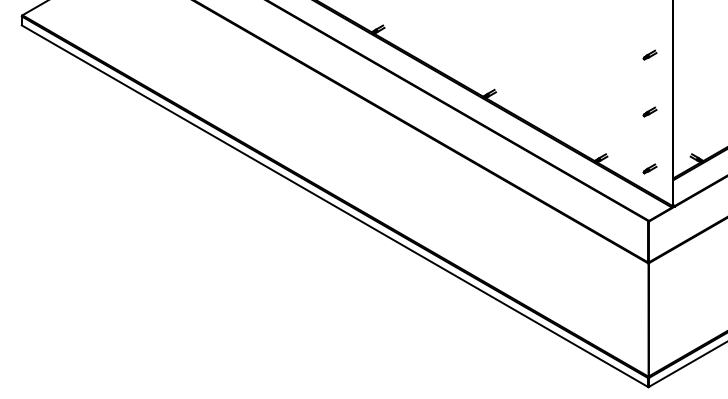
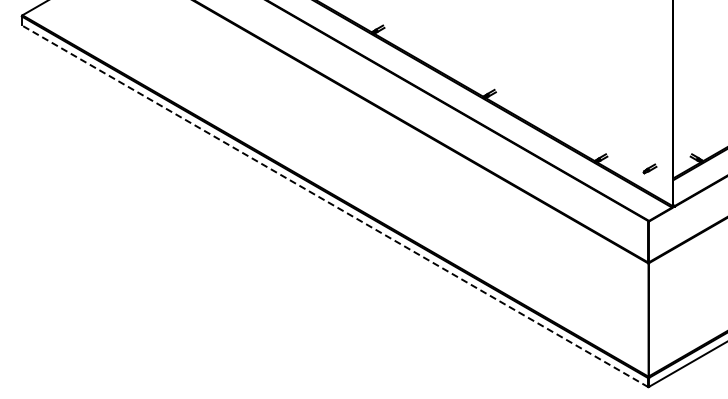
part at (649, 54): present -> none
part at (649, 111): present -> none
line at (335, 206): solid -> dashed
